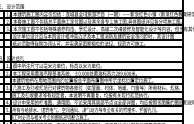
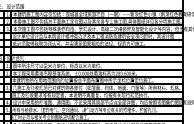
line at (92, 54): none -> present
